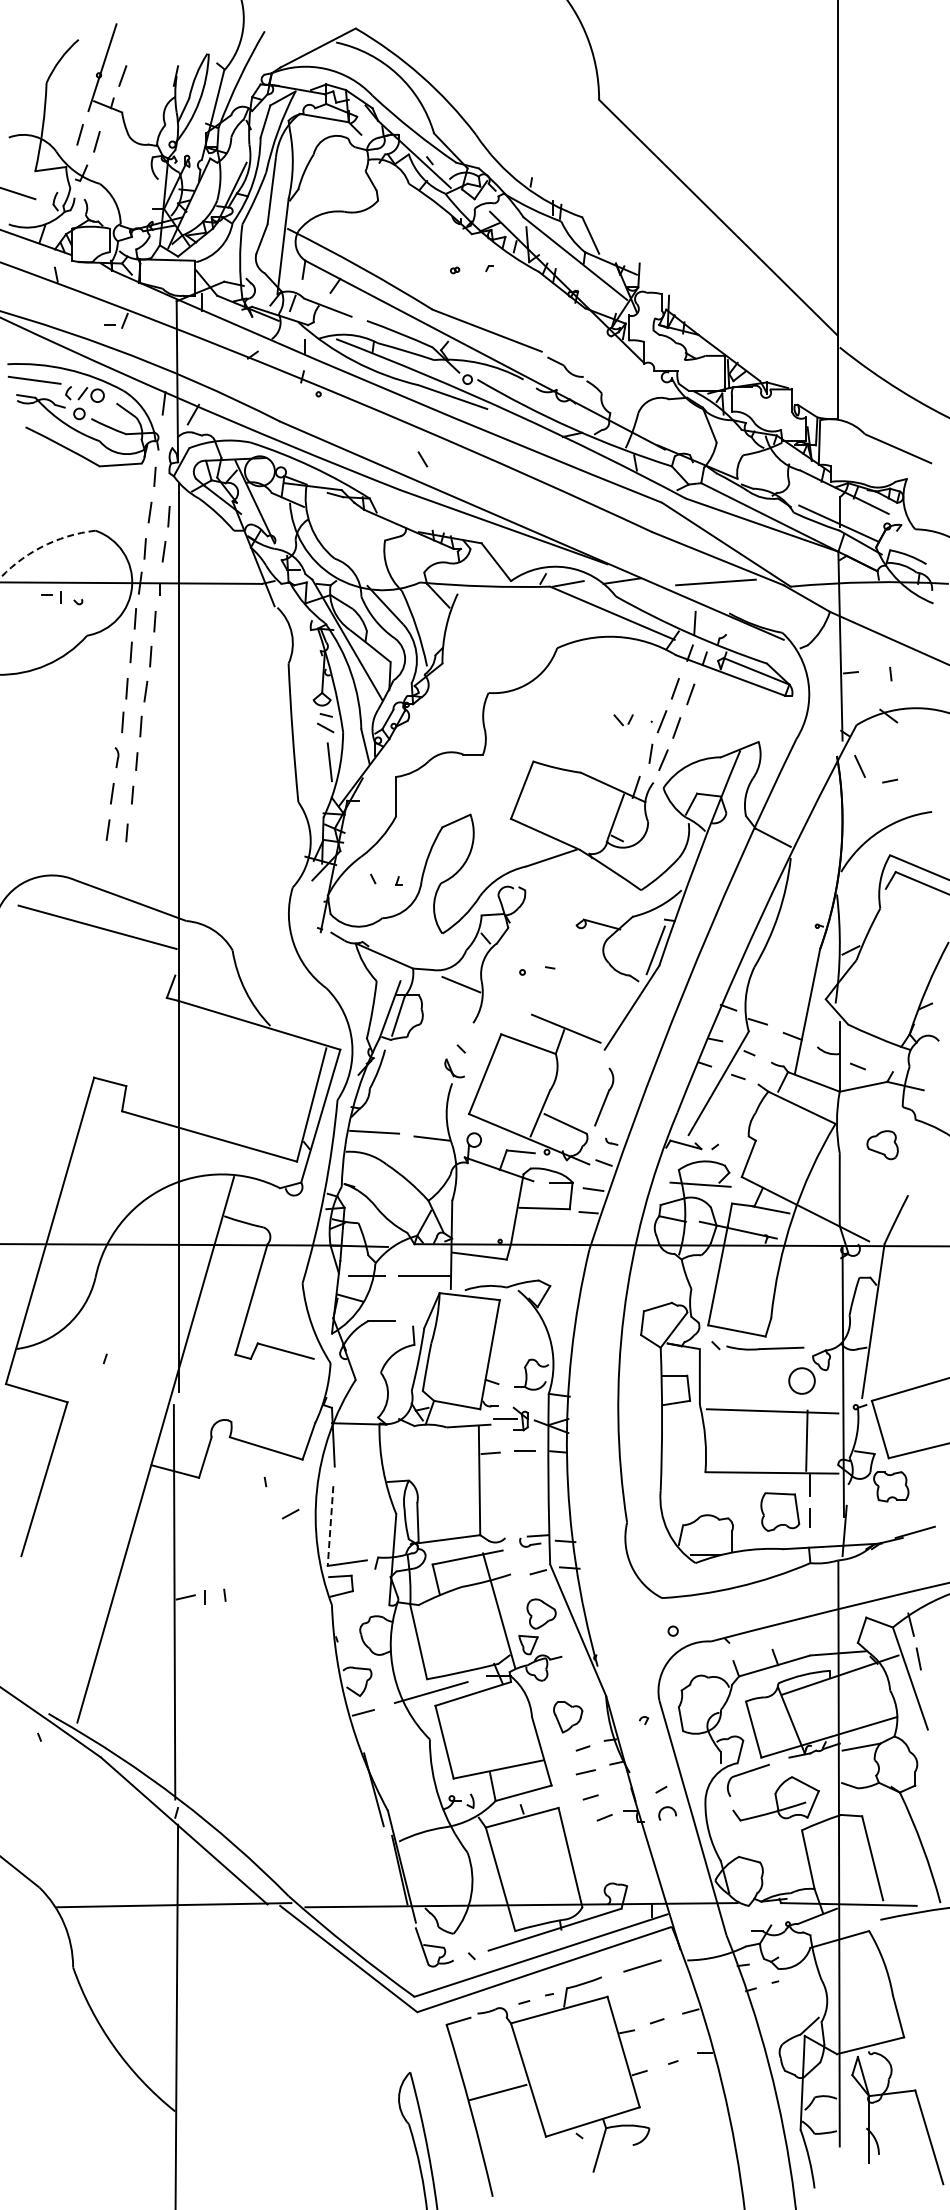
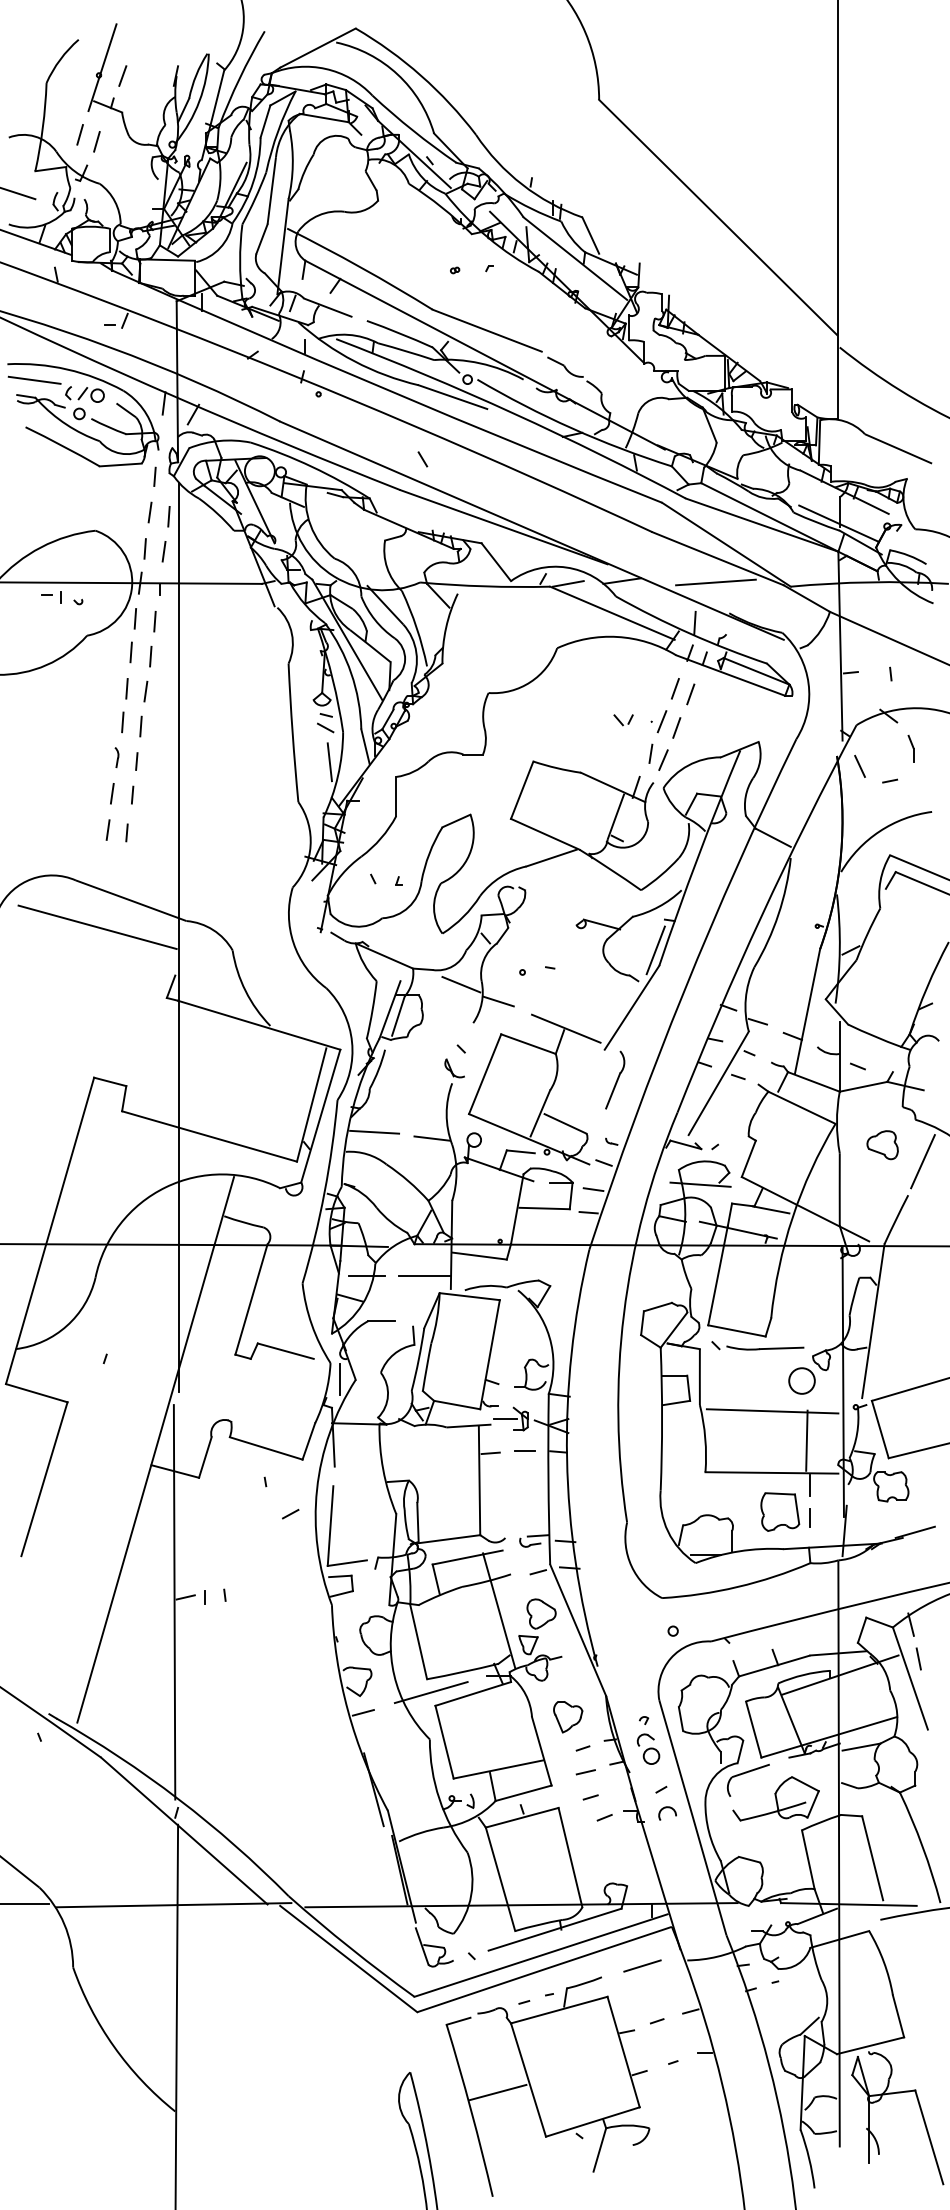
arc at (42, 546): dashed -> solid
part at (910, 748): none -> present
line at (498, 1001): none -> present
part at (604, 1096) position: (604, 1096) -> (615, 1079)
line at (922, 1161): none -> present
line at (340, 1379): none -> present
line at (330, 1526): dashed -> solid
part at (648, 1748): none -> present
line at (25, 1904): none -> present
